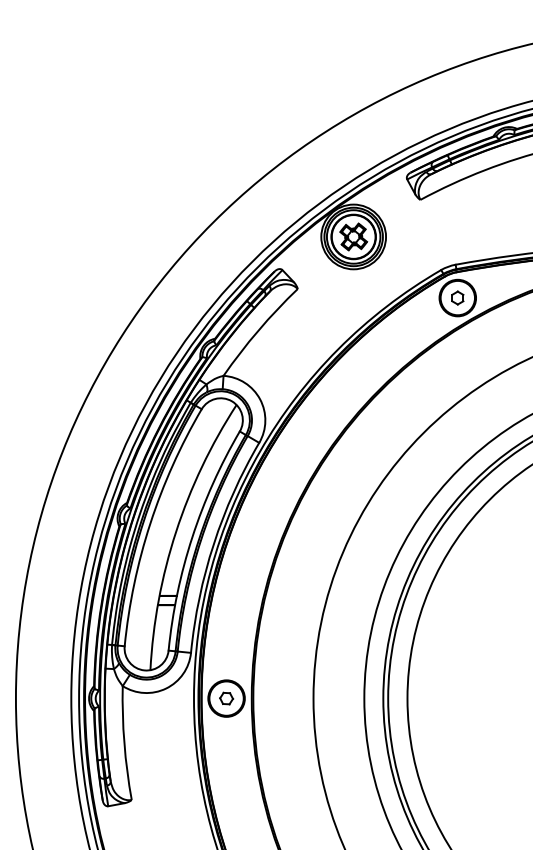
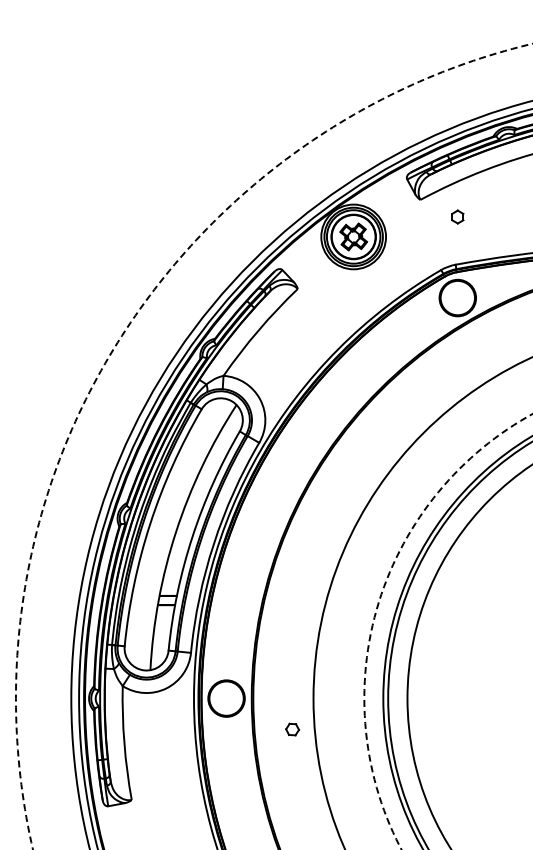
part at (457, 297) position: (457, 297) -> (457, 216)
circle at (273, 446): solid -> dashed
circle at (448, 631): solid -> dashed
part at (226, 698) position: (226, 698) -> (292, 729)
